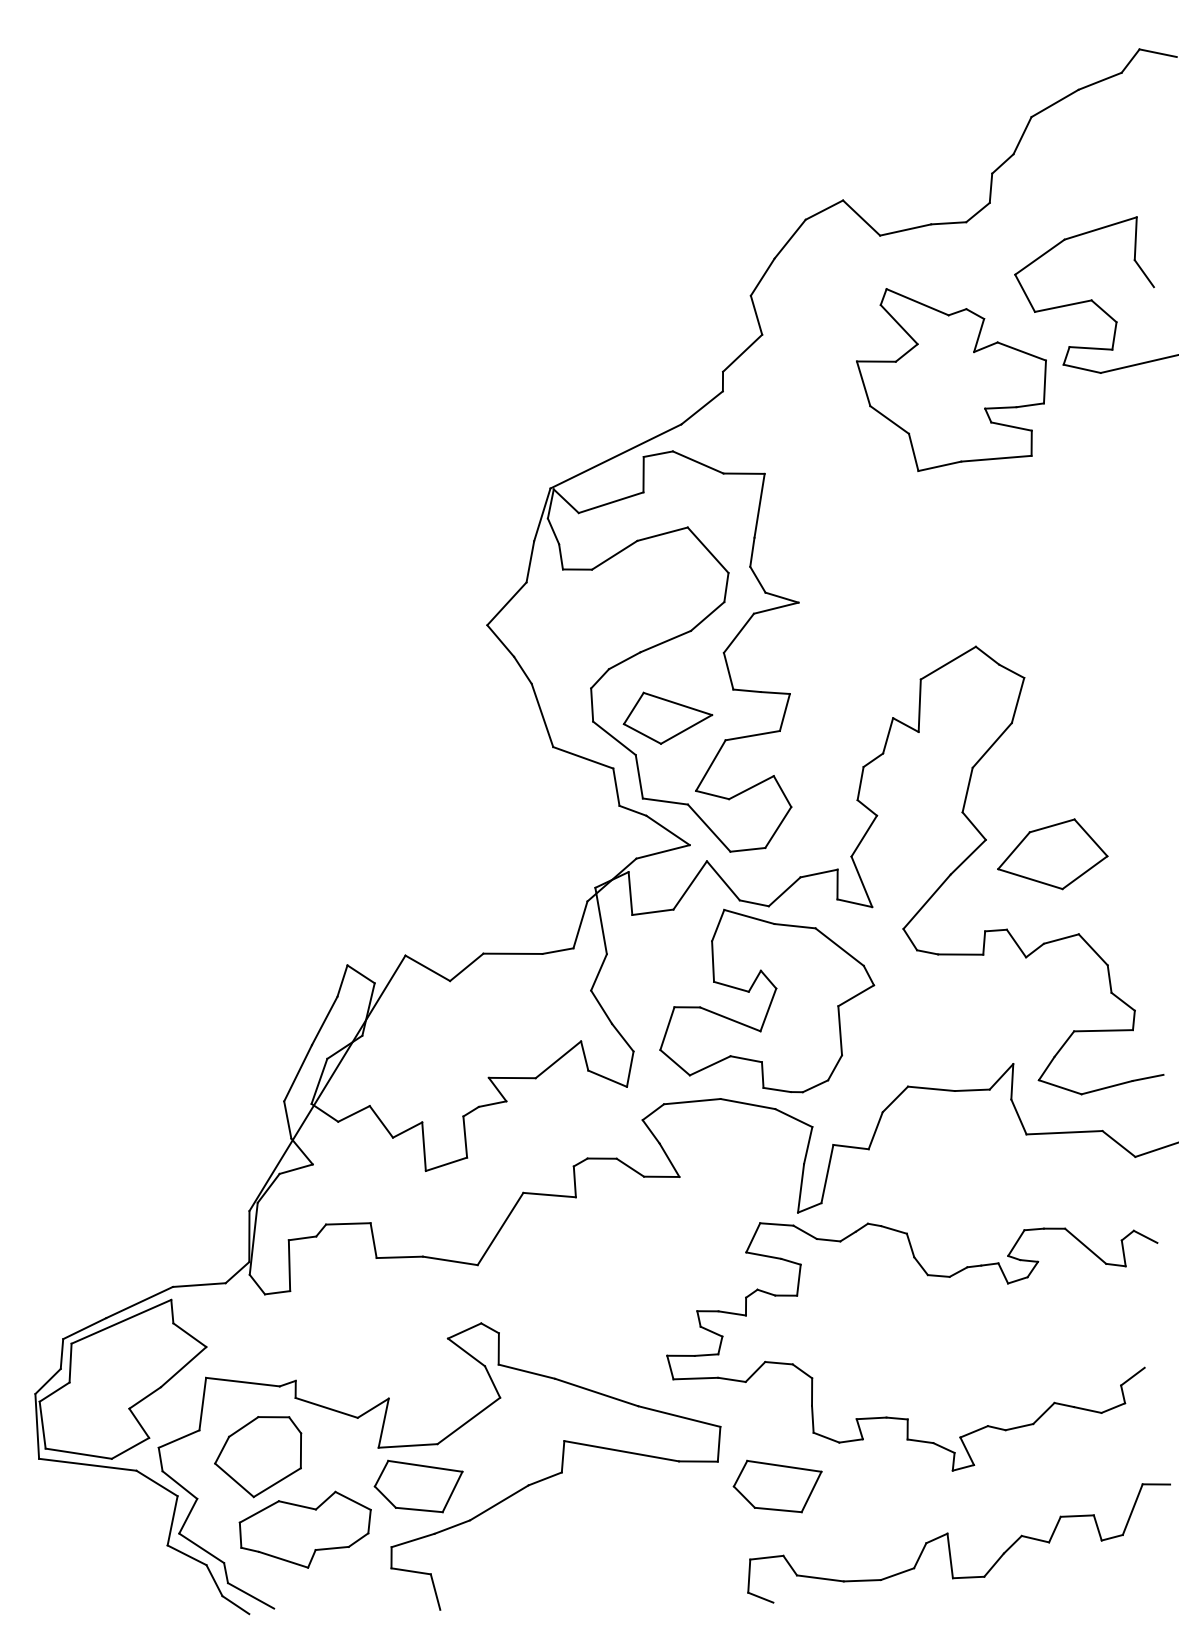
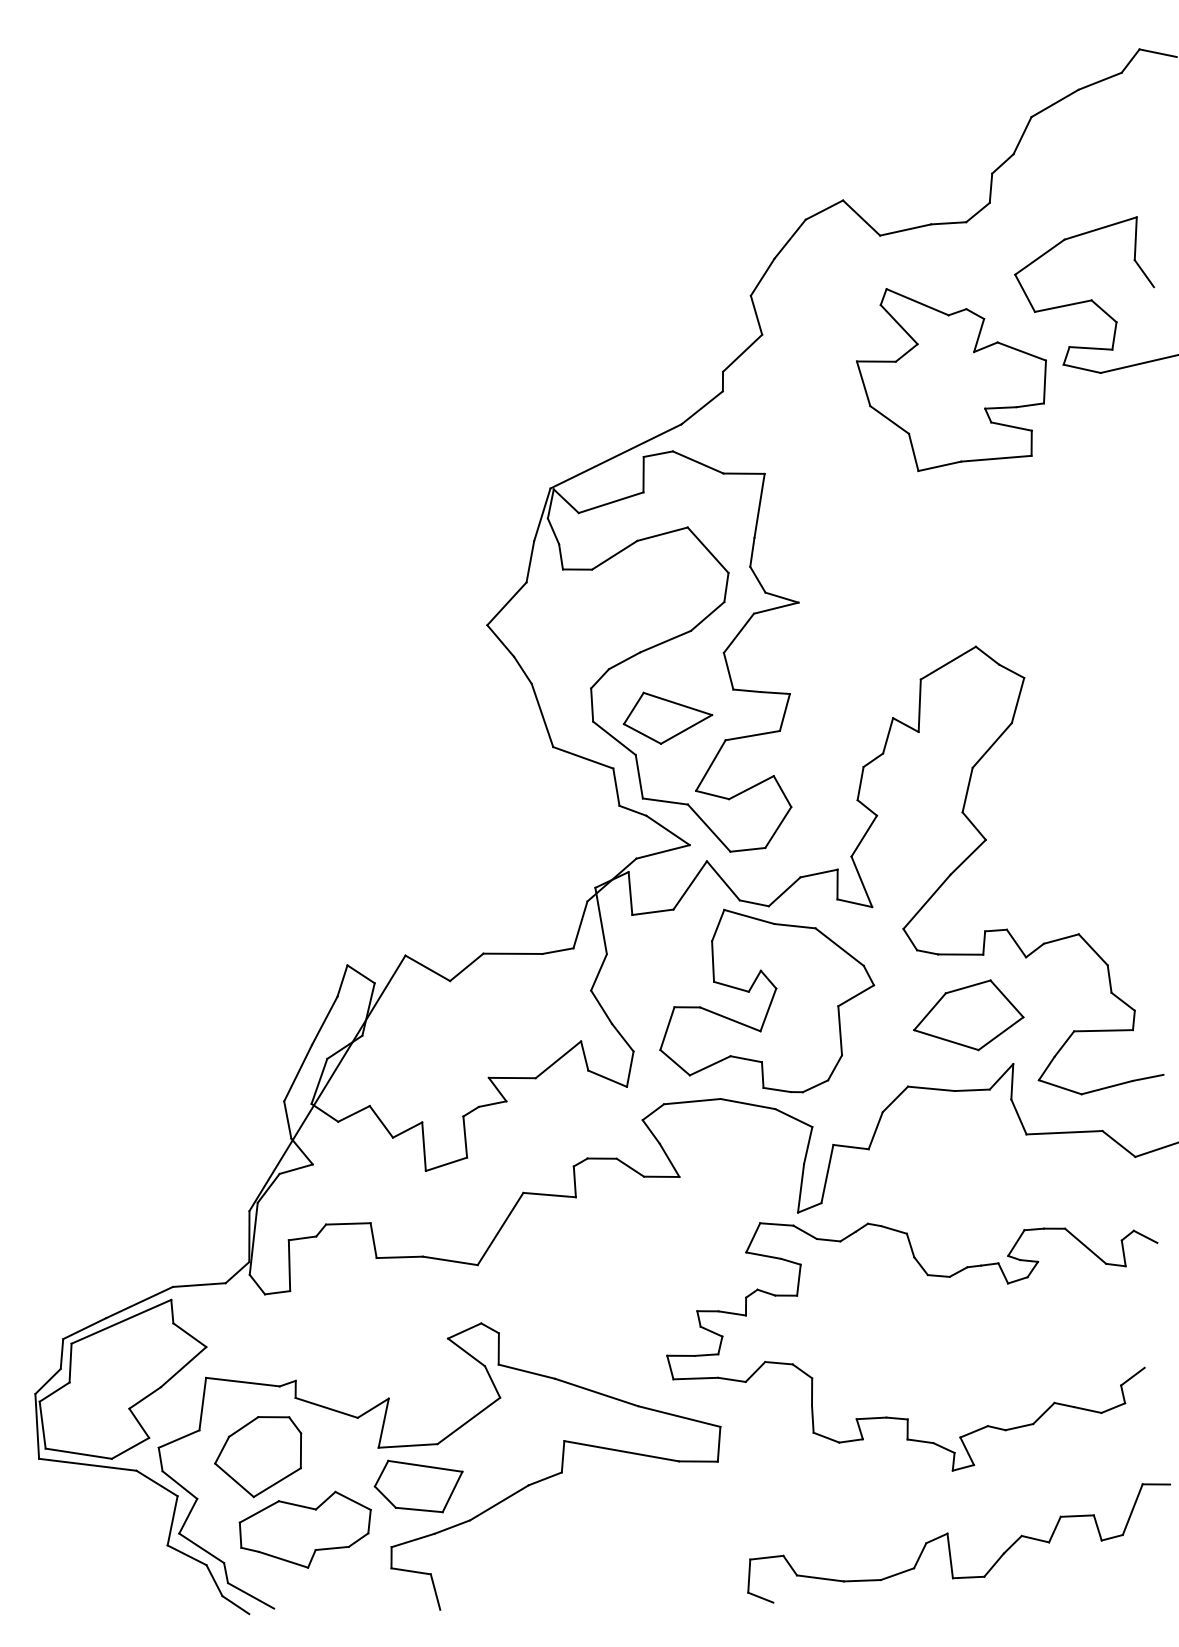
part at (1052, 854) position: (1052, 854) -> (968, 1015)
part at (777, 1486): present -> none
